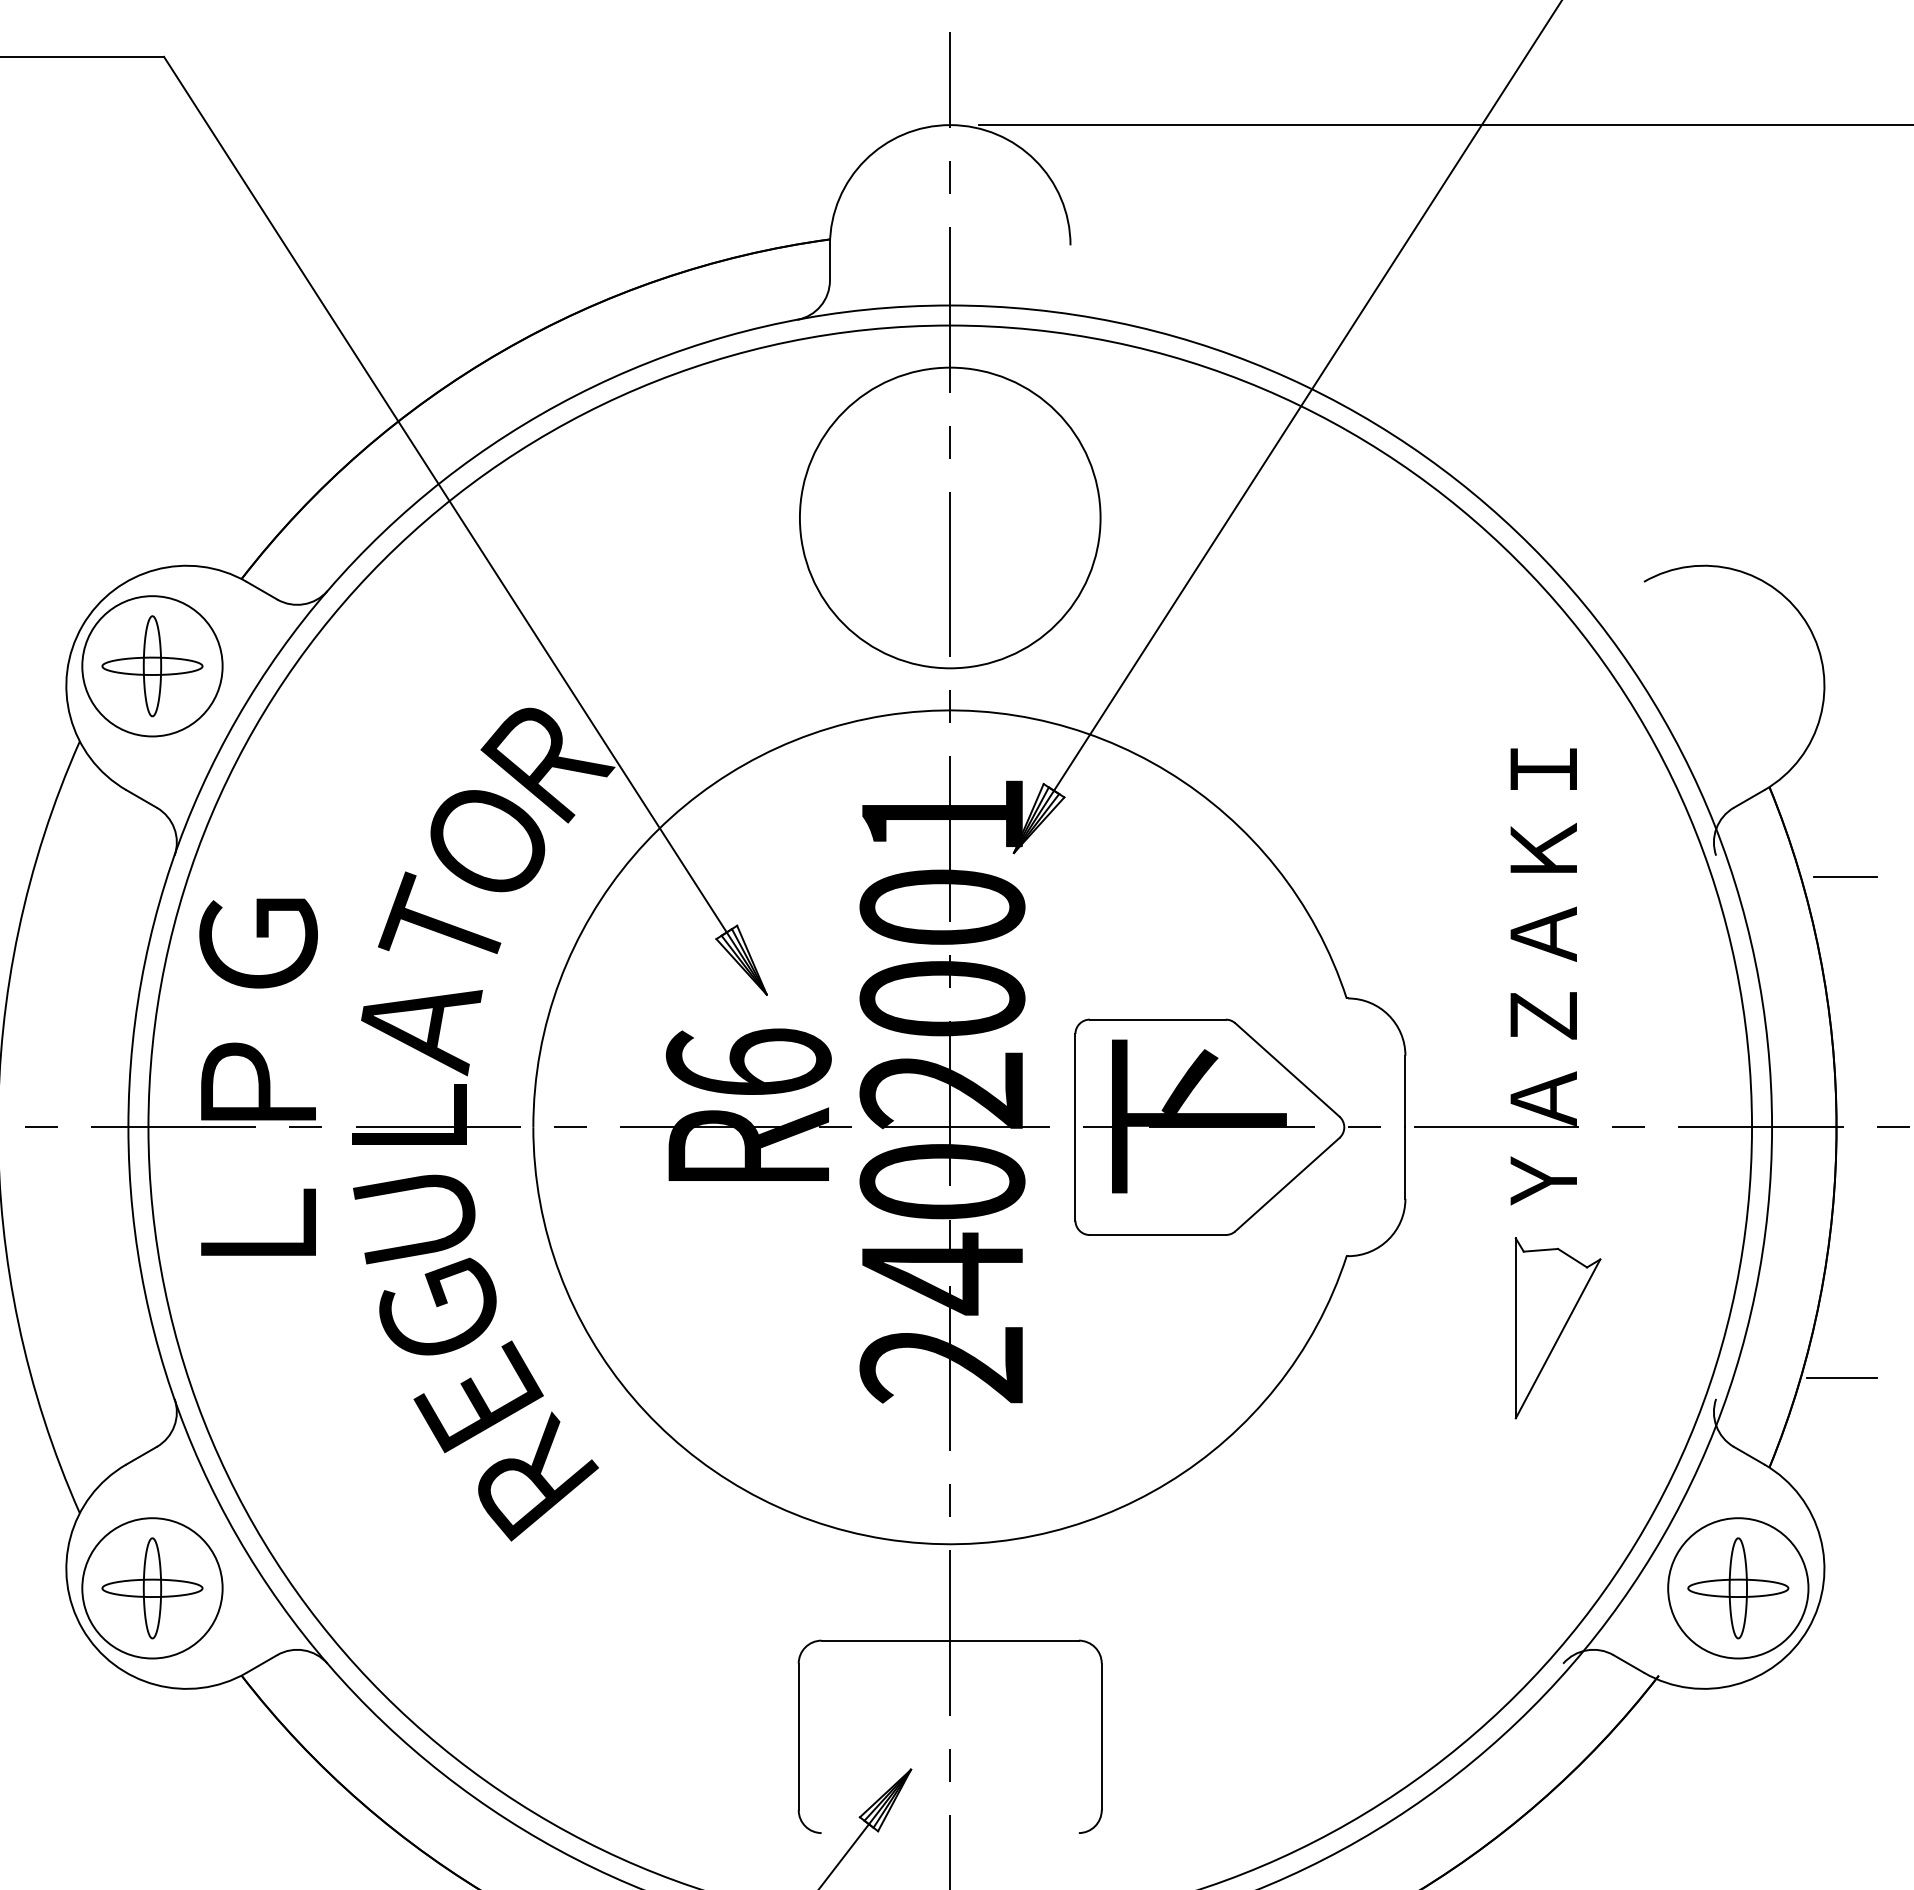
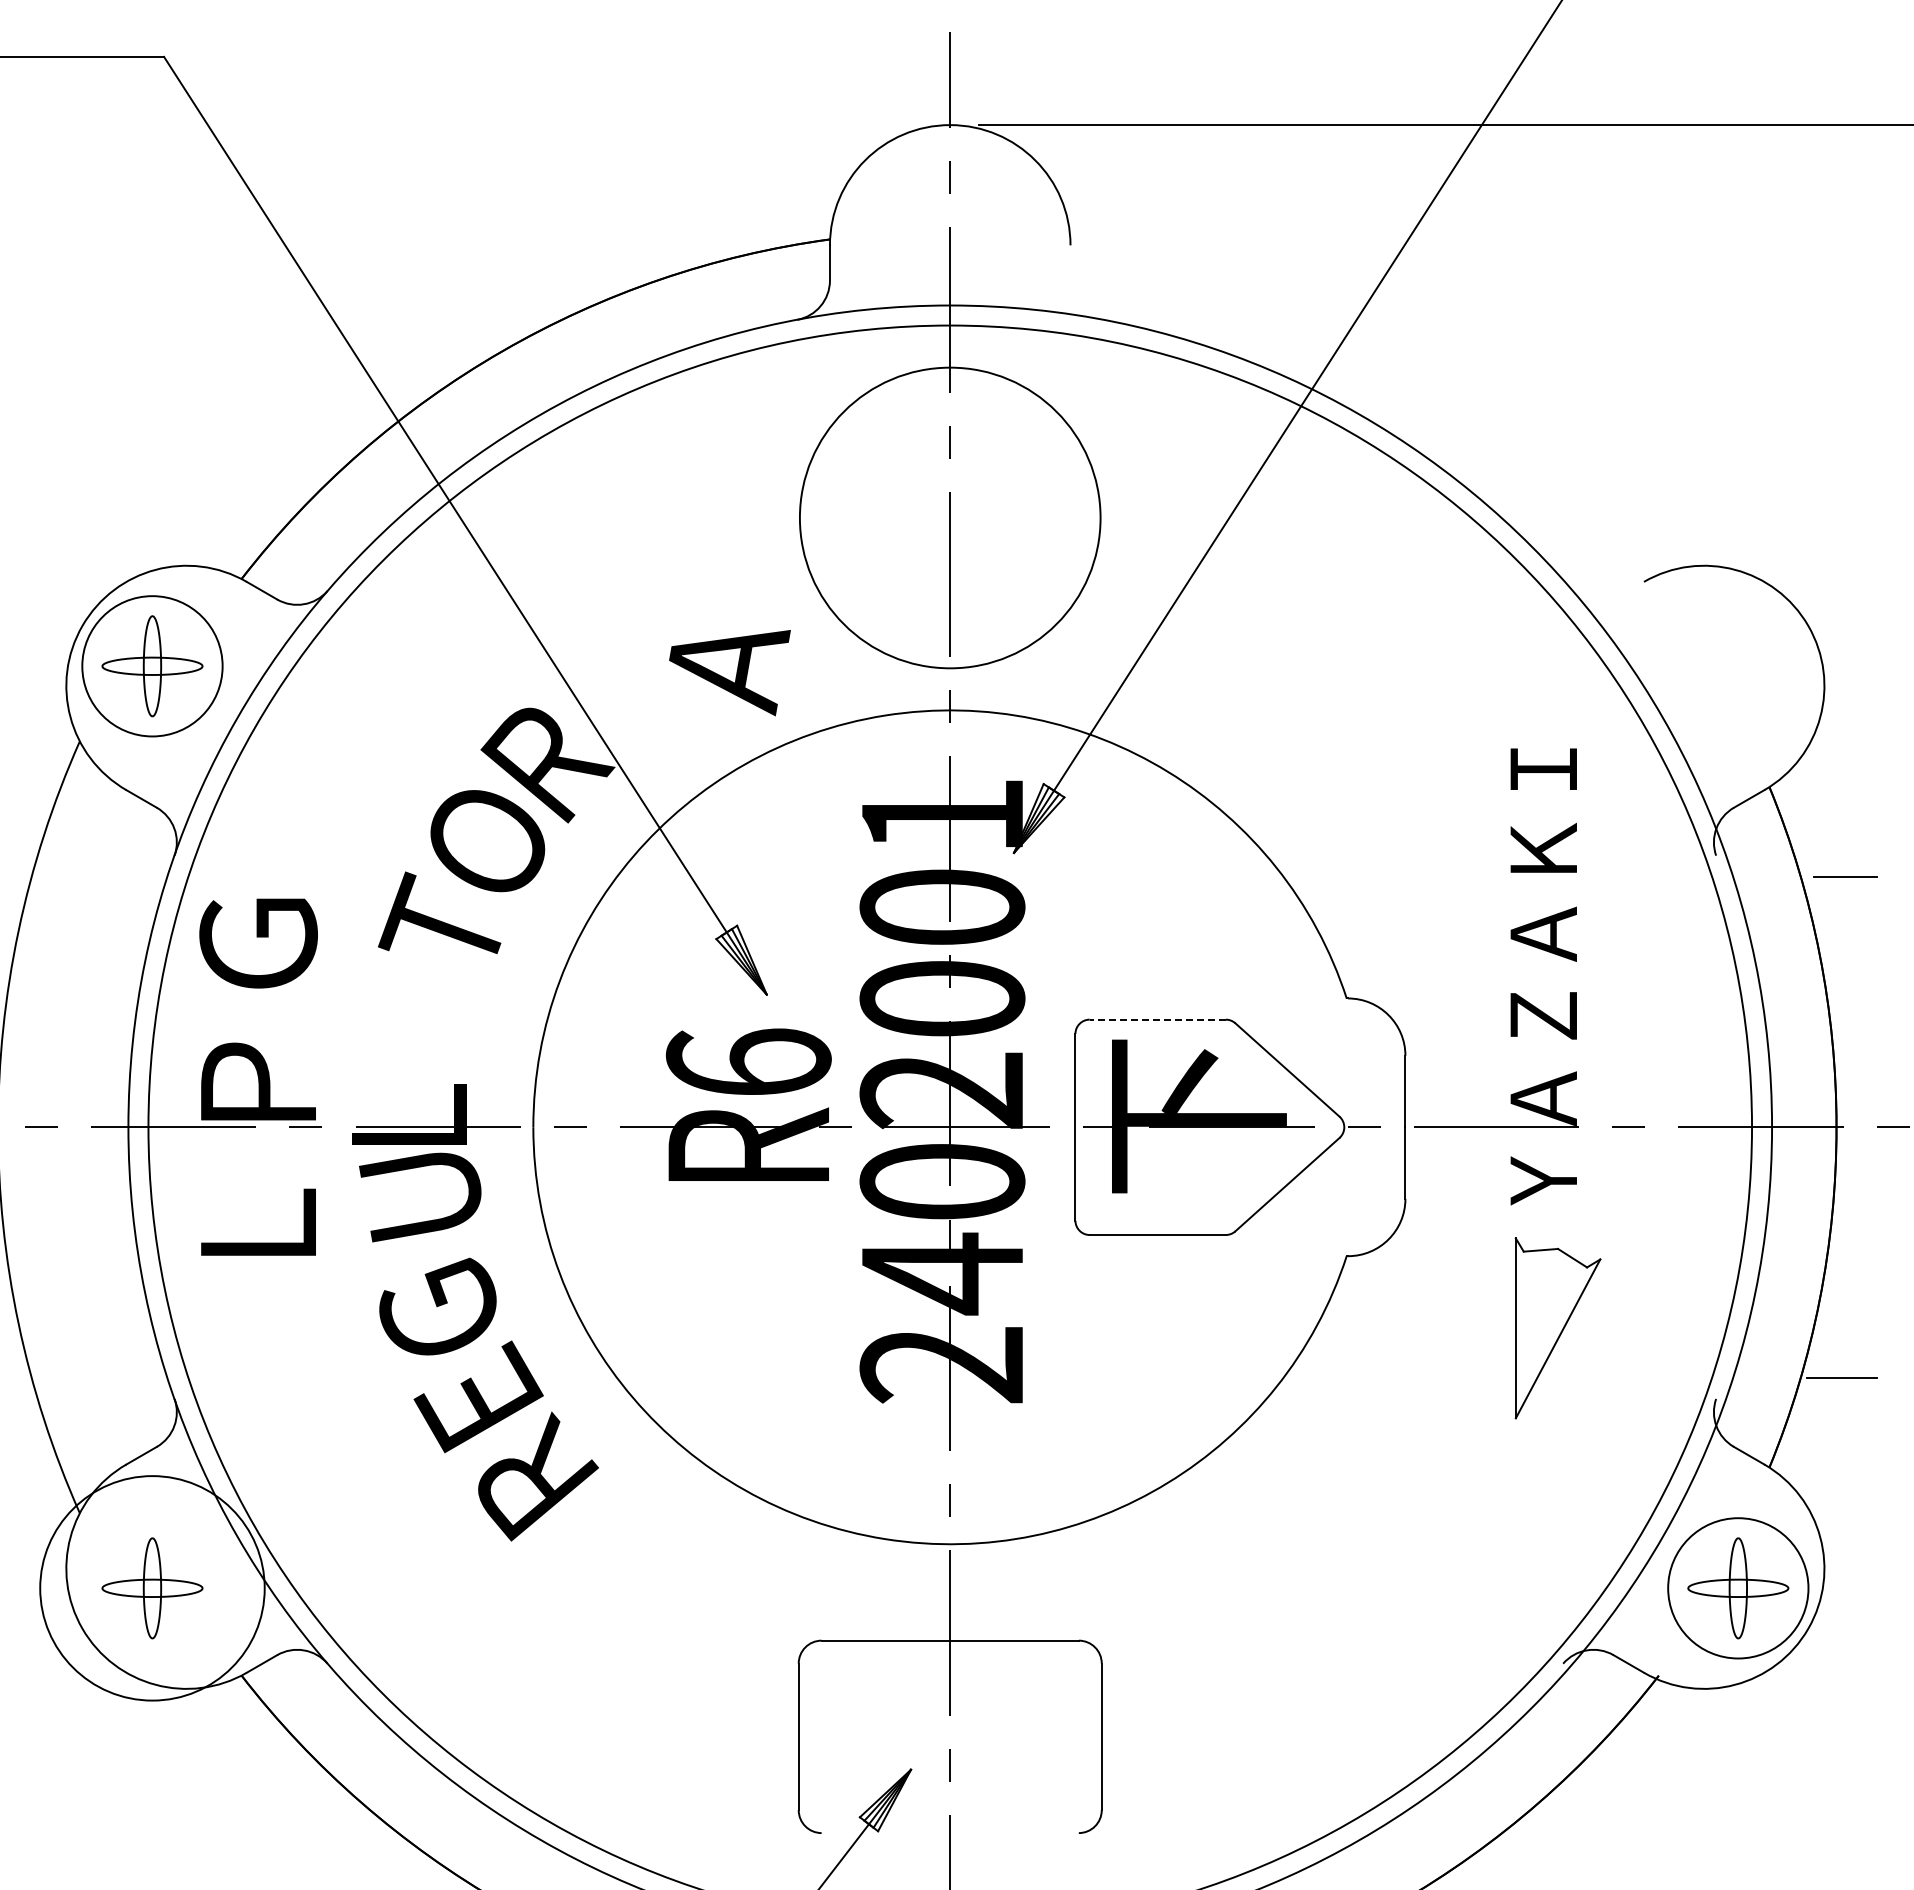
line at (1157, 1019): solid -> dashed
text at (421, 1033) position: (421, 1033) -> (729, 673)
text at (414, 1219) position: (414, 1219) -> (420, 1197)
circle at (152, 1588) diameter: 140 px -> 224 px
